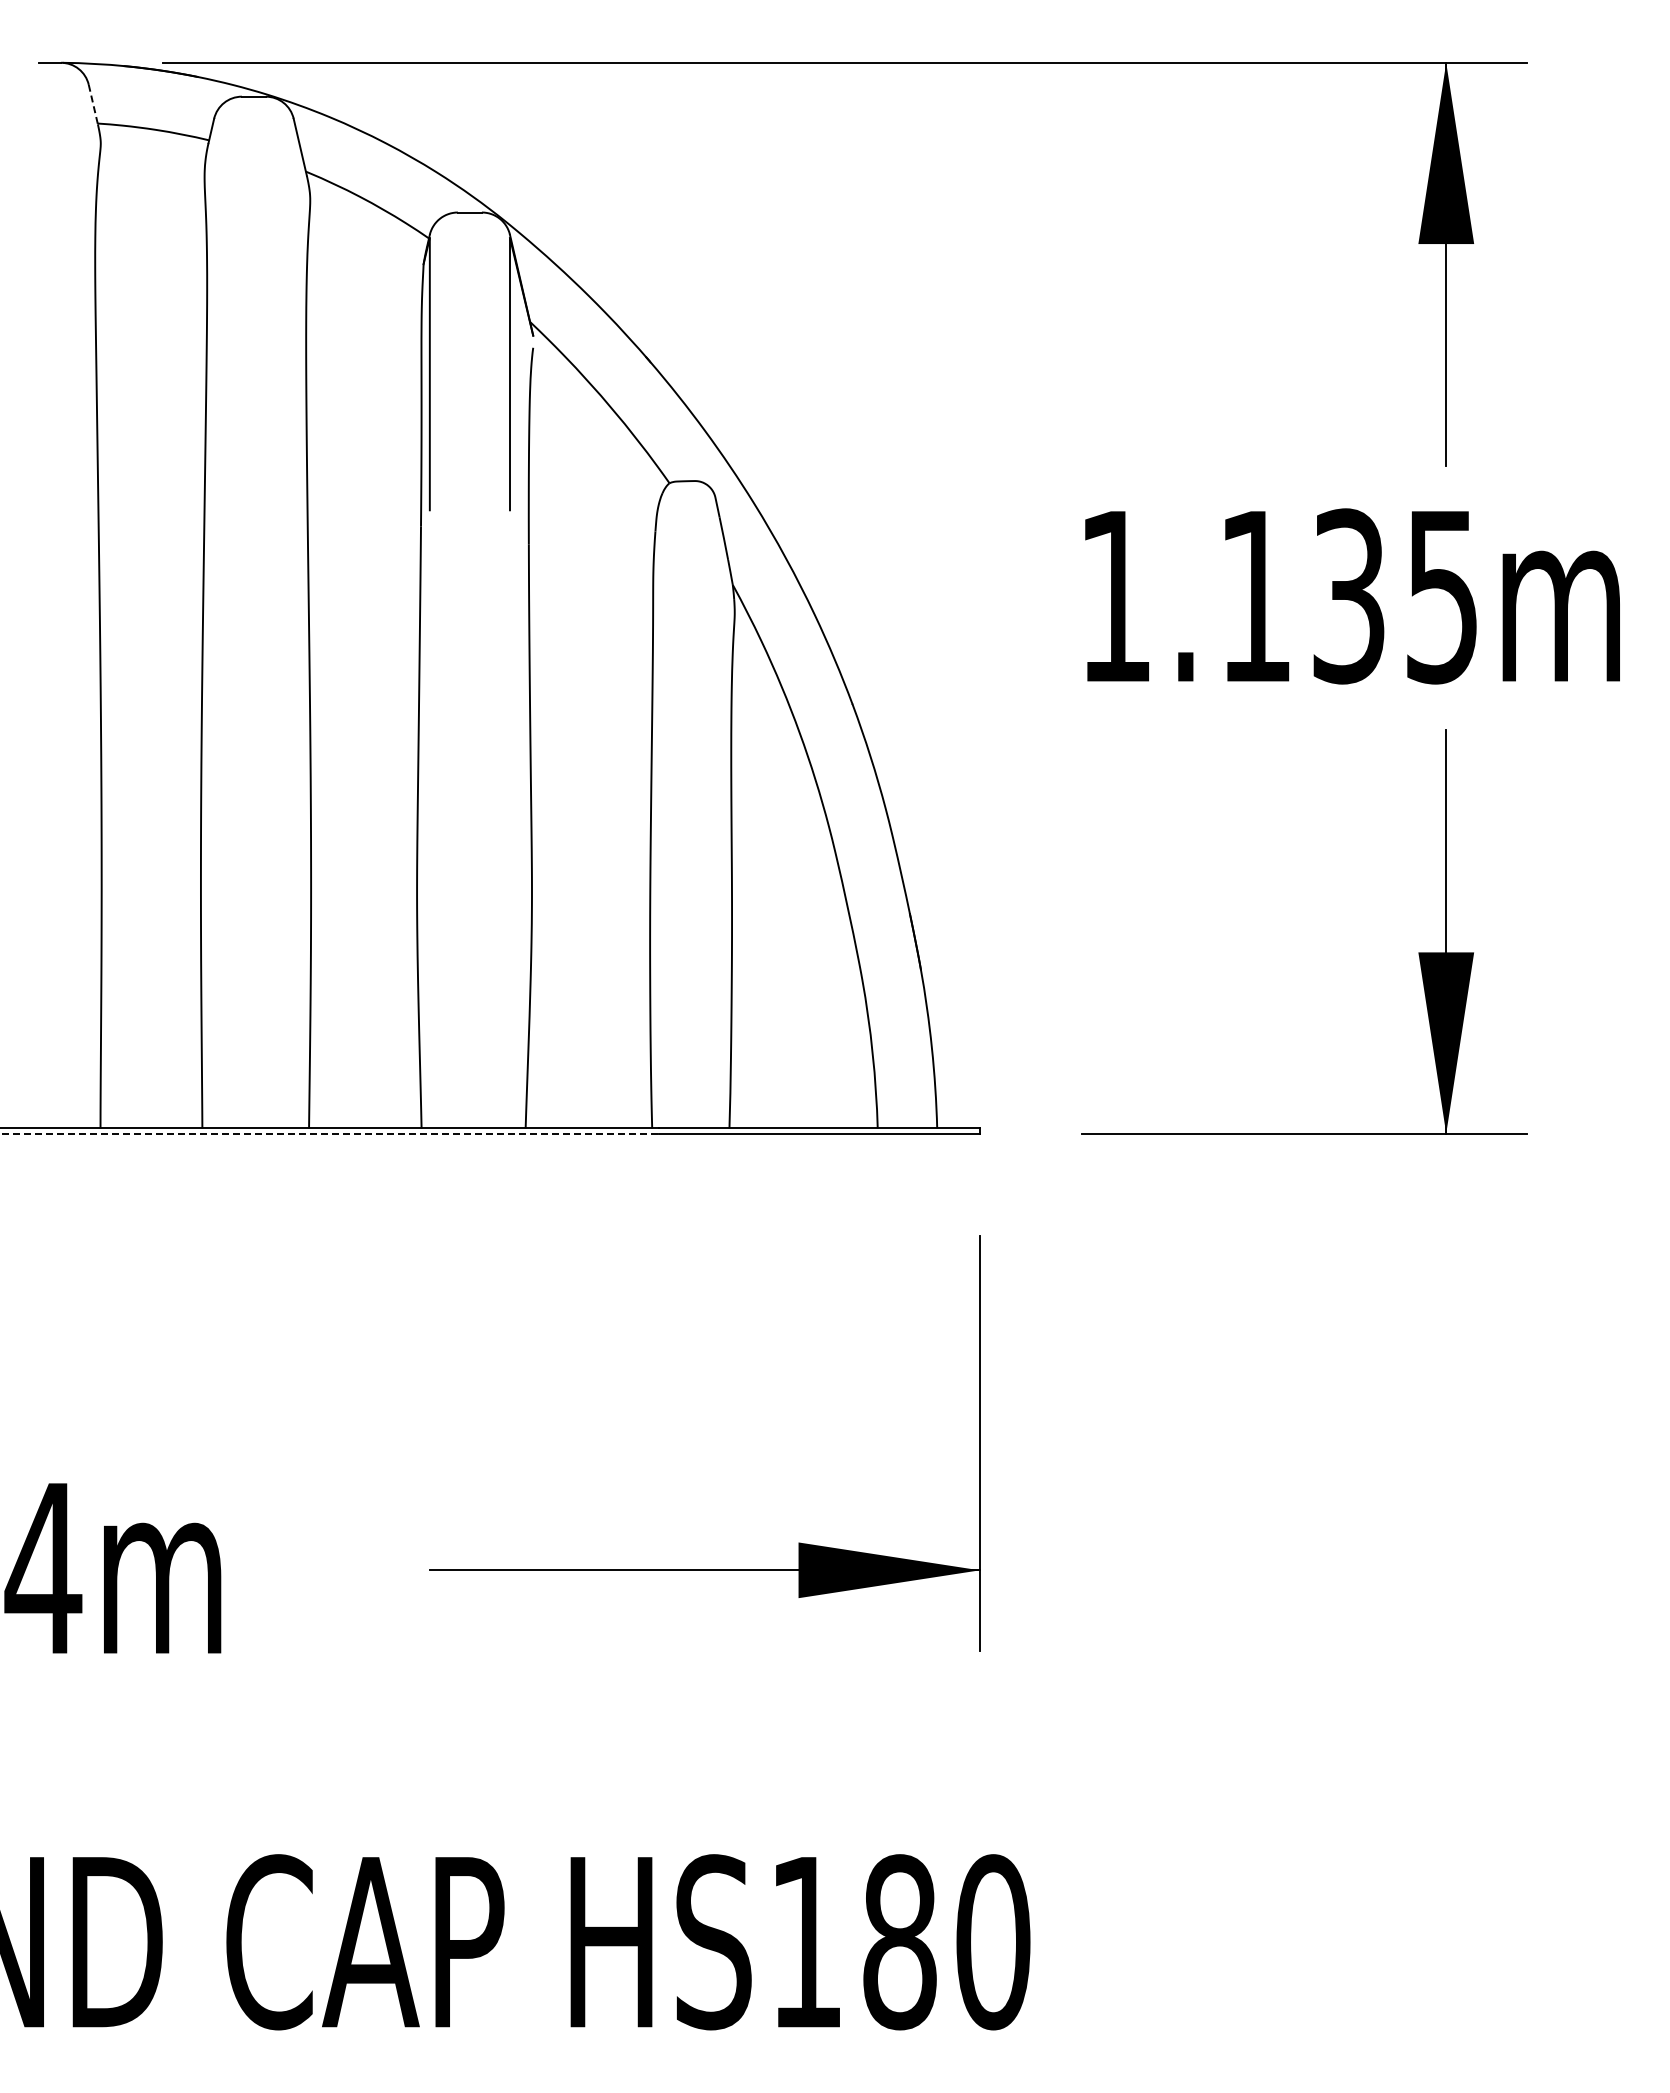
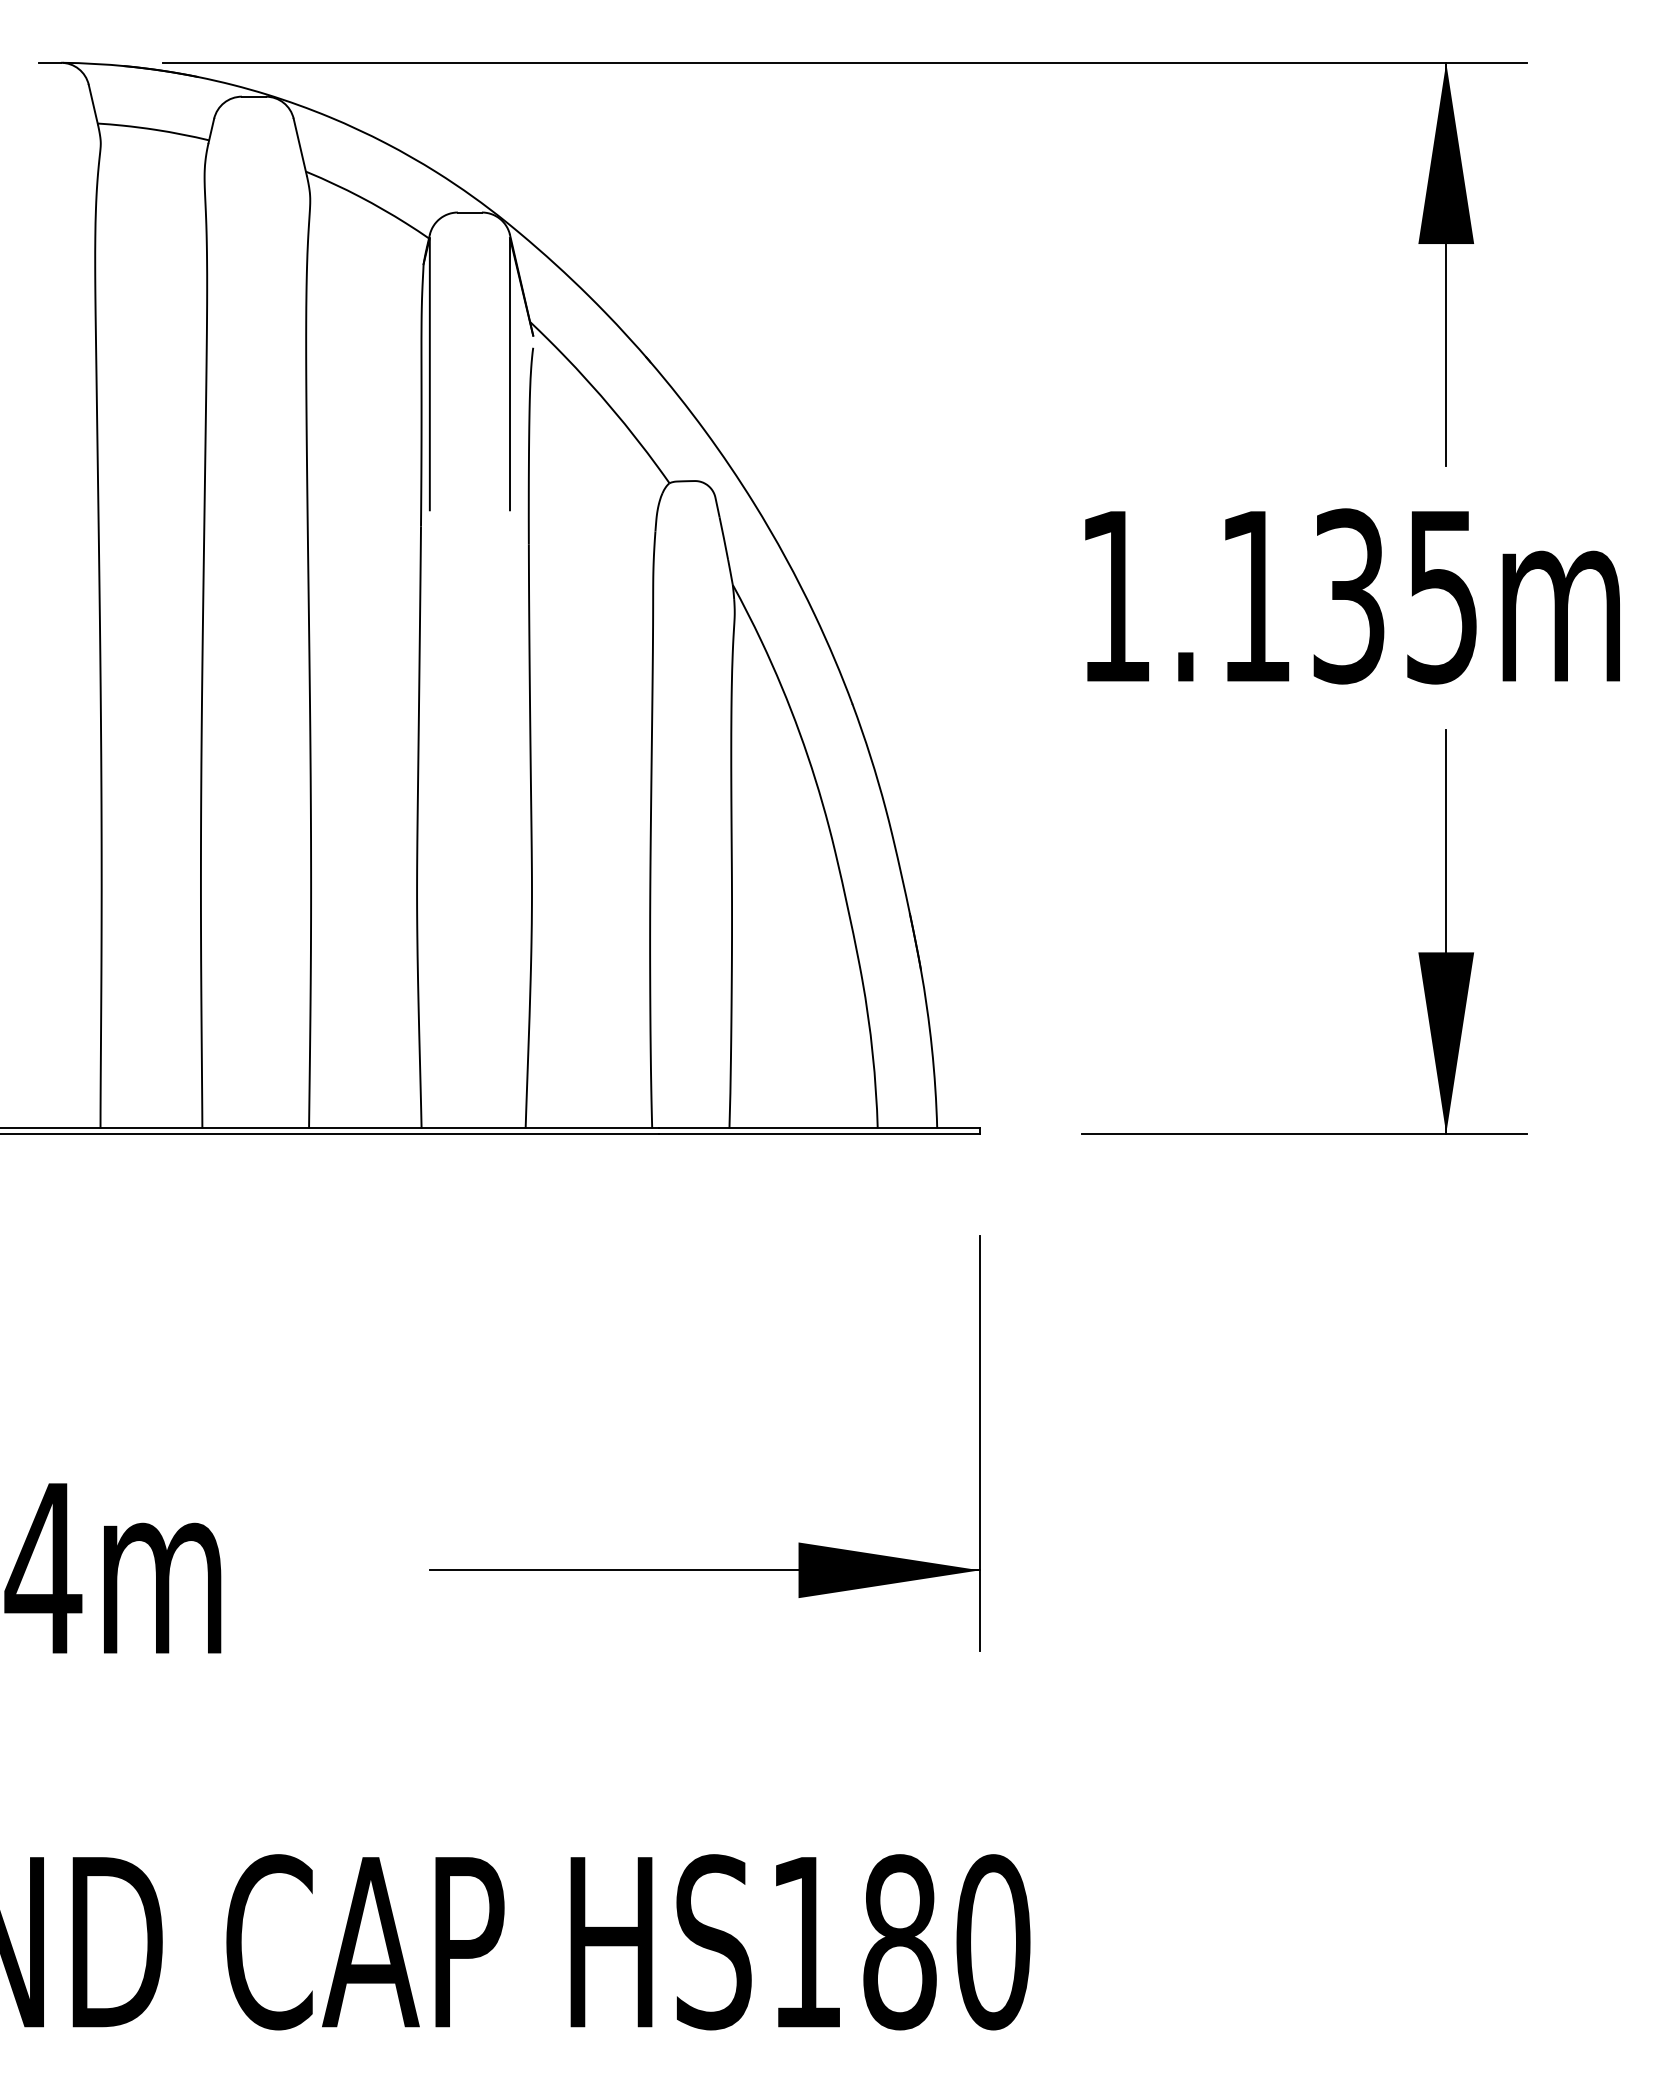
line at (93, 105): dashed -> solid
line at (330, 1133): dashed -> solid
